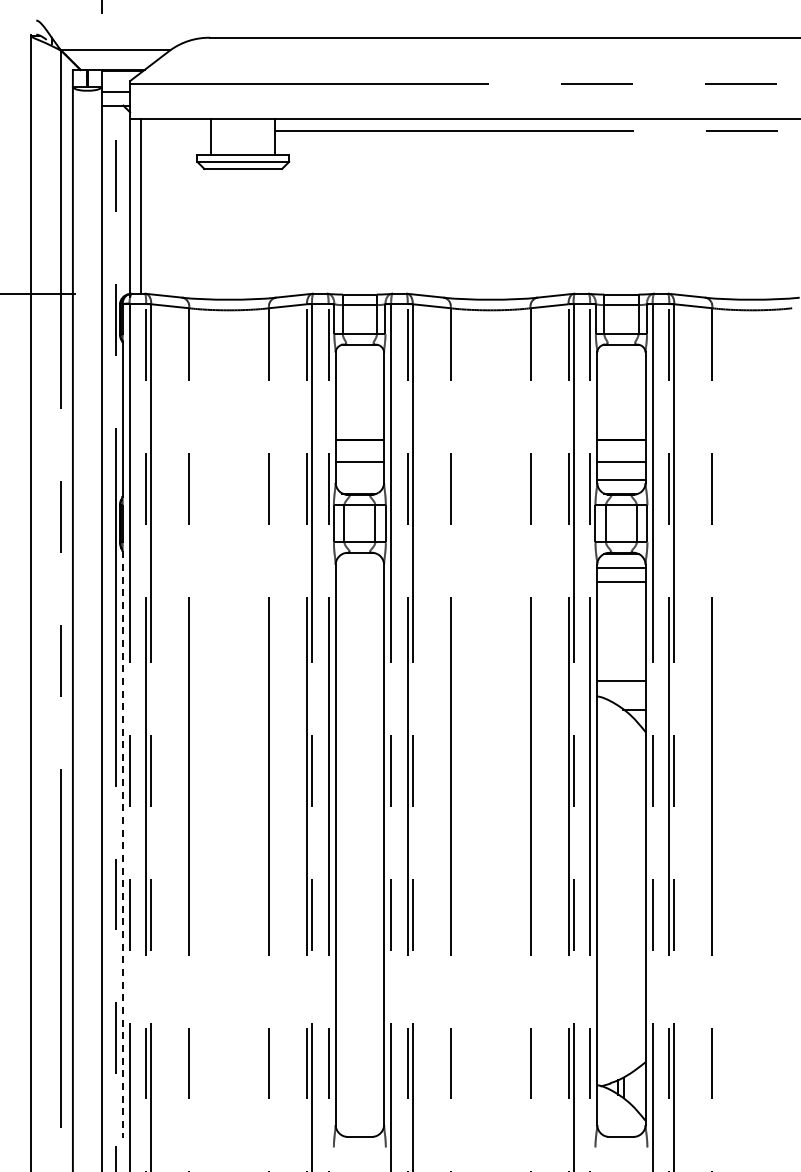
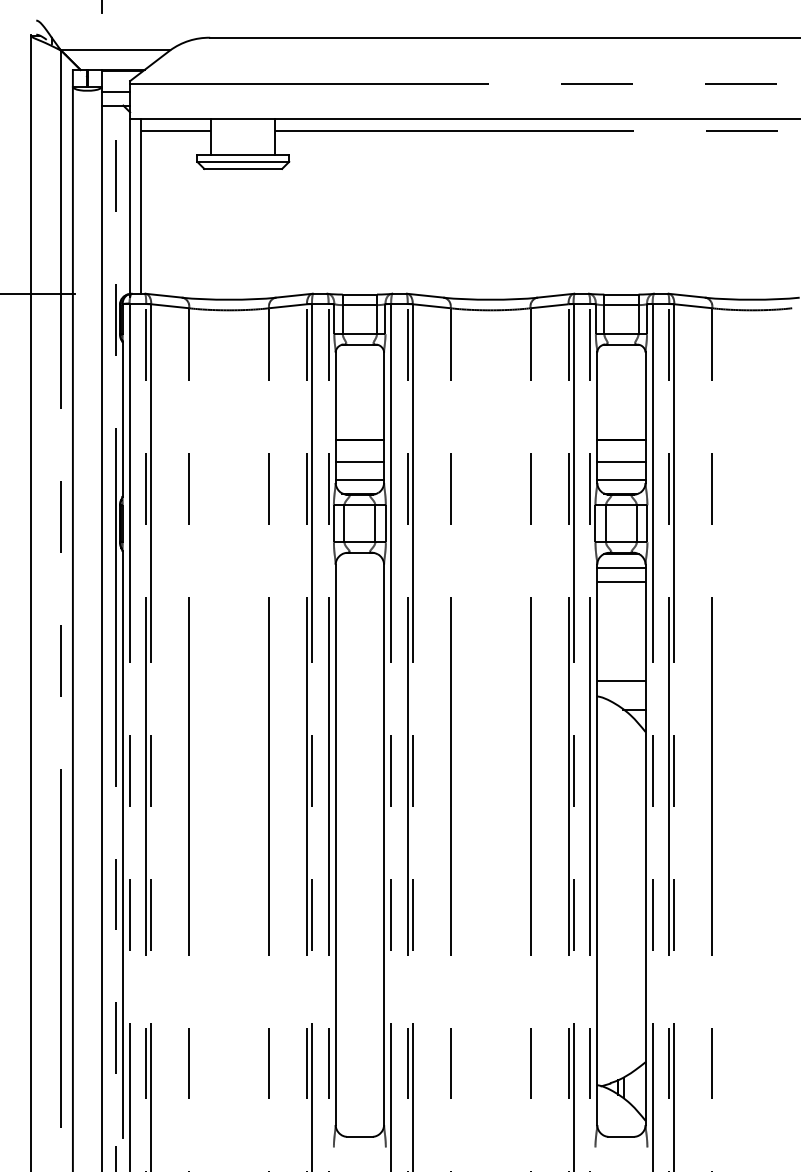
line at (175, 130): none -> present
line at (359, 479): none -> present
line at (122, 845): dashed -> solid
